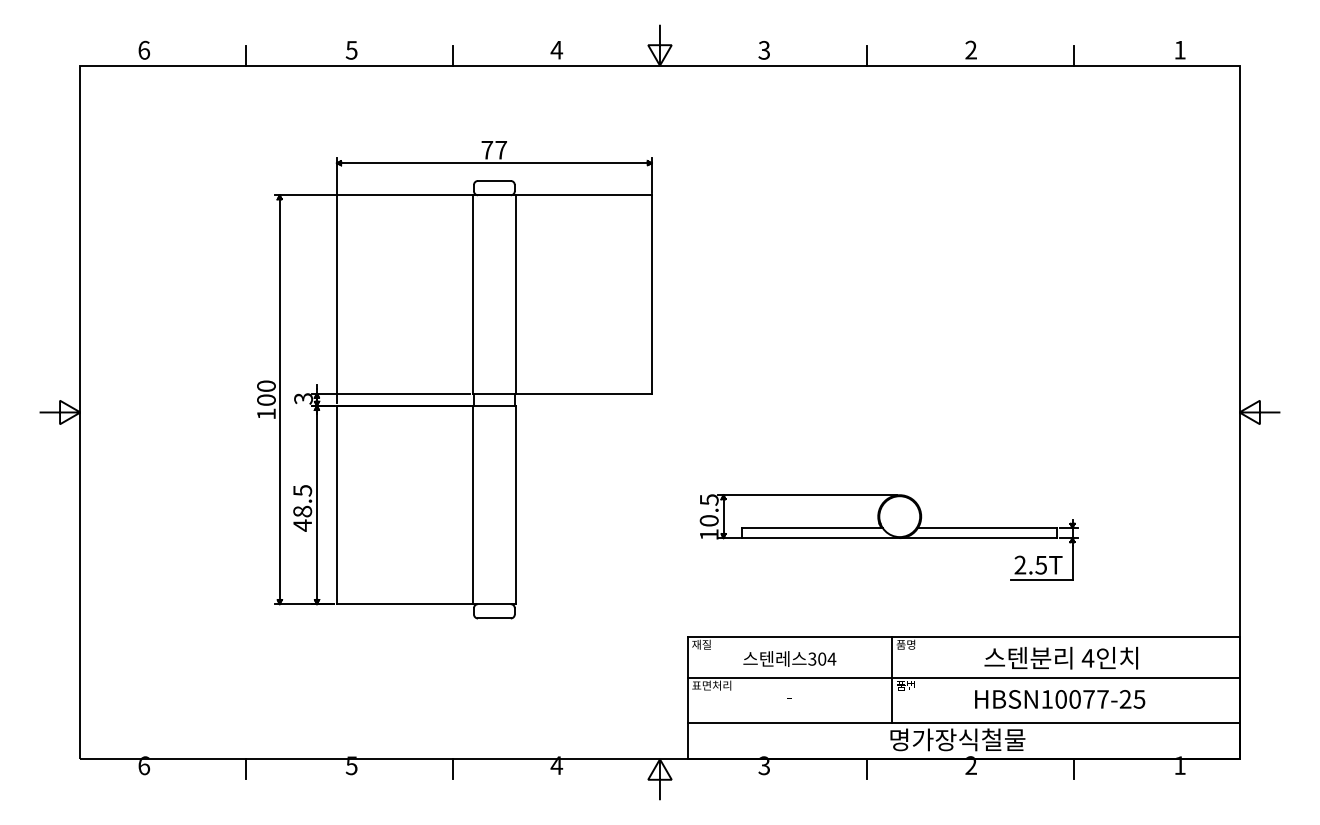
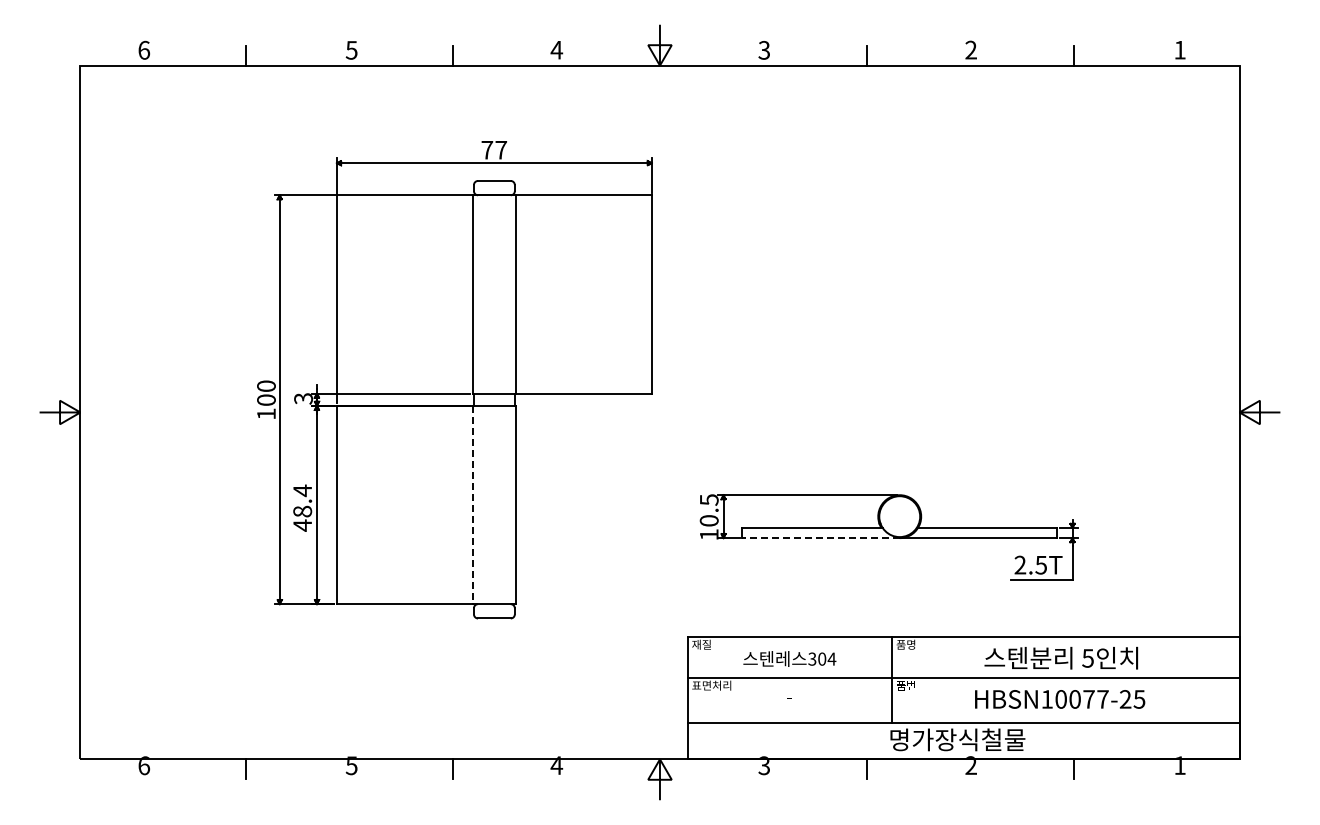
text at (302, 490): 48.5 -> 48.4
line at (472, 505): solid -> dashed
line at (821, 538): solid -> dashed
text at (1087, 658): 4 -> 5
